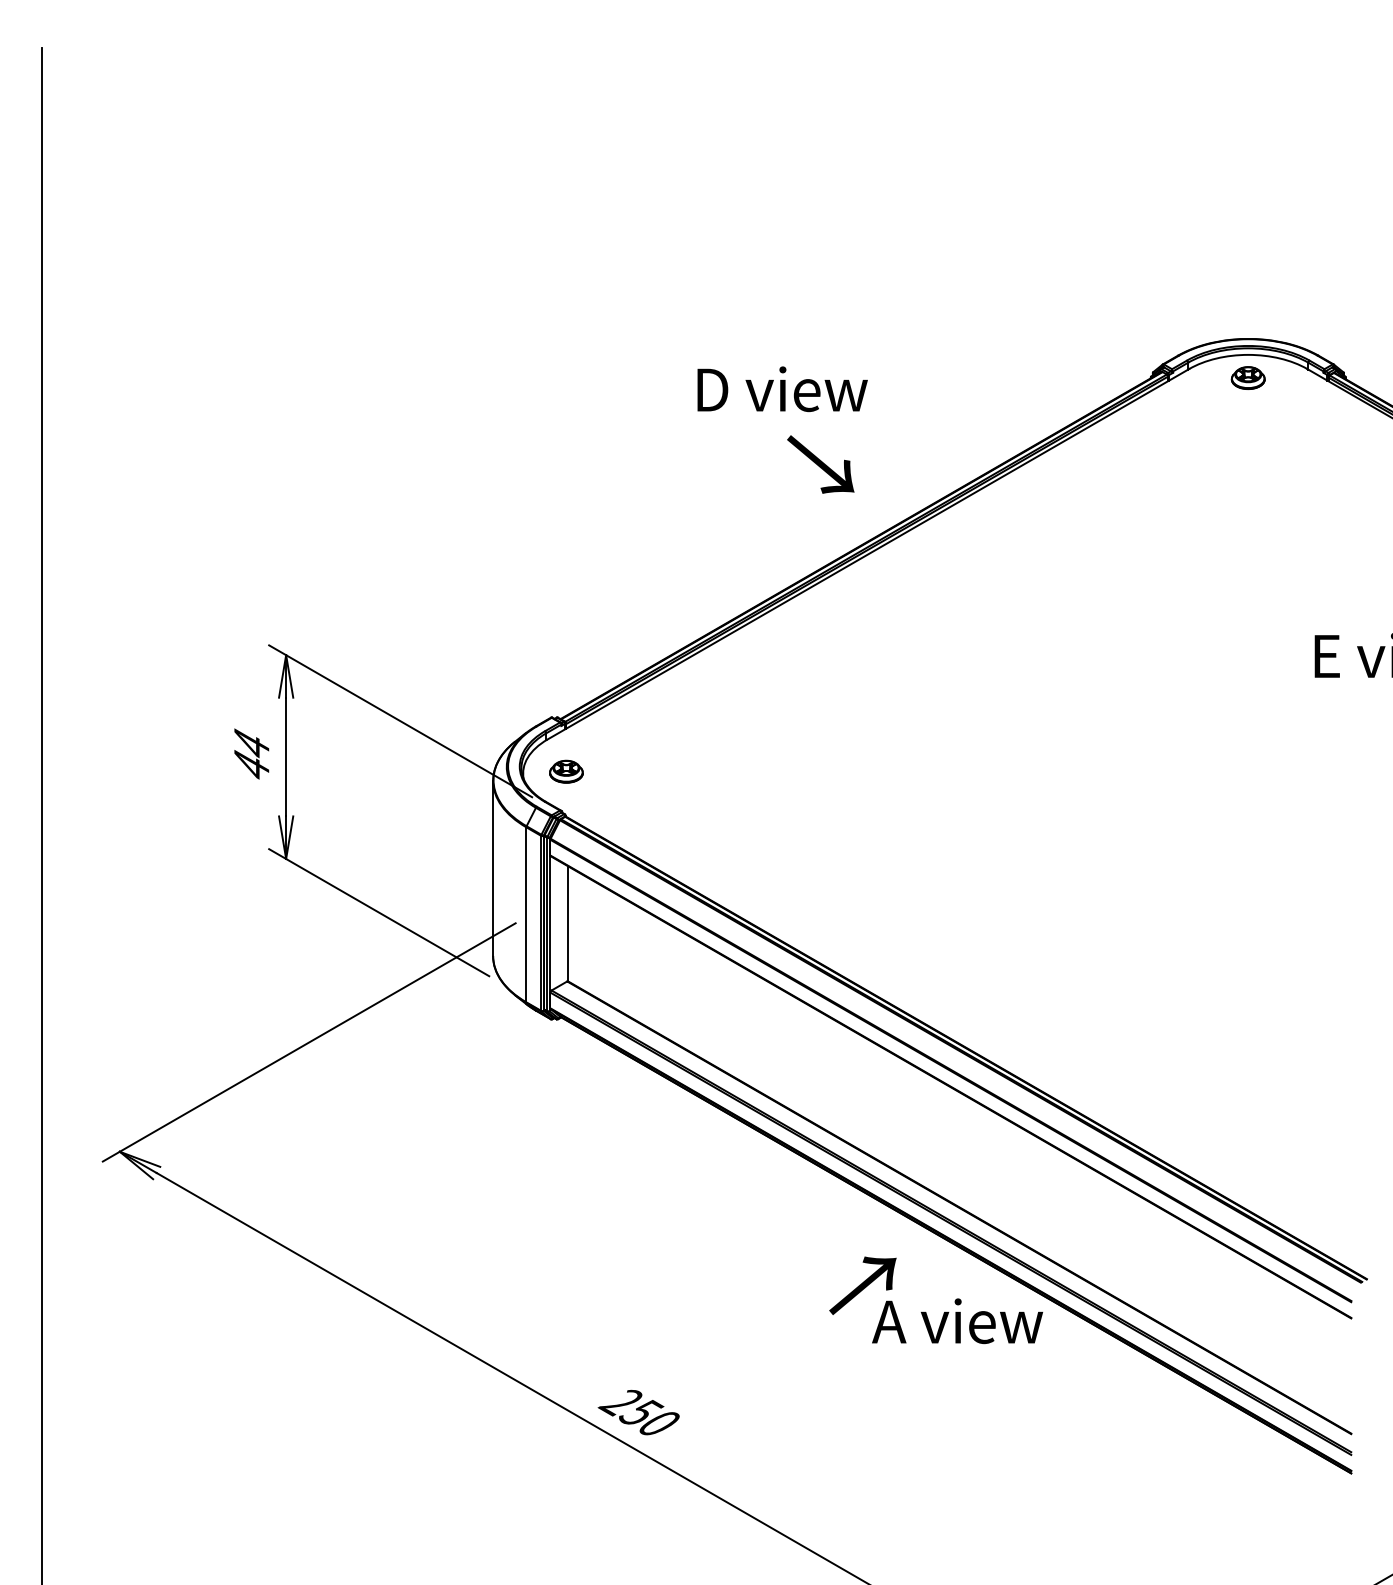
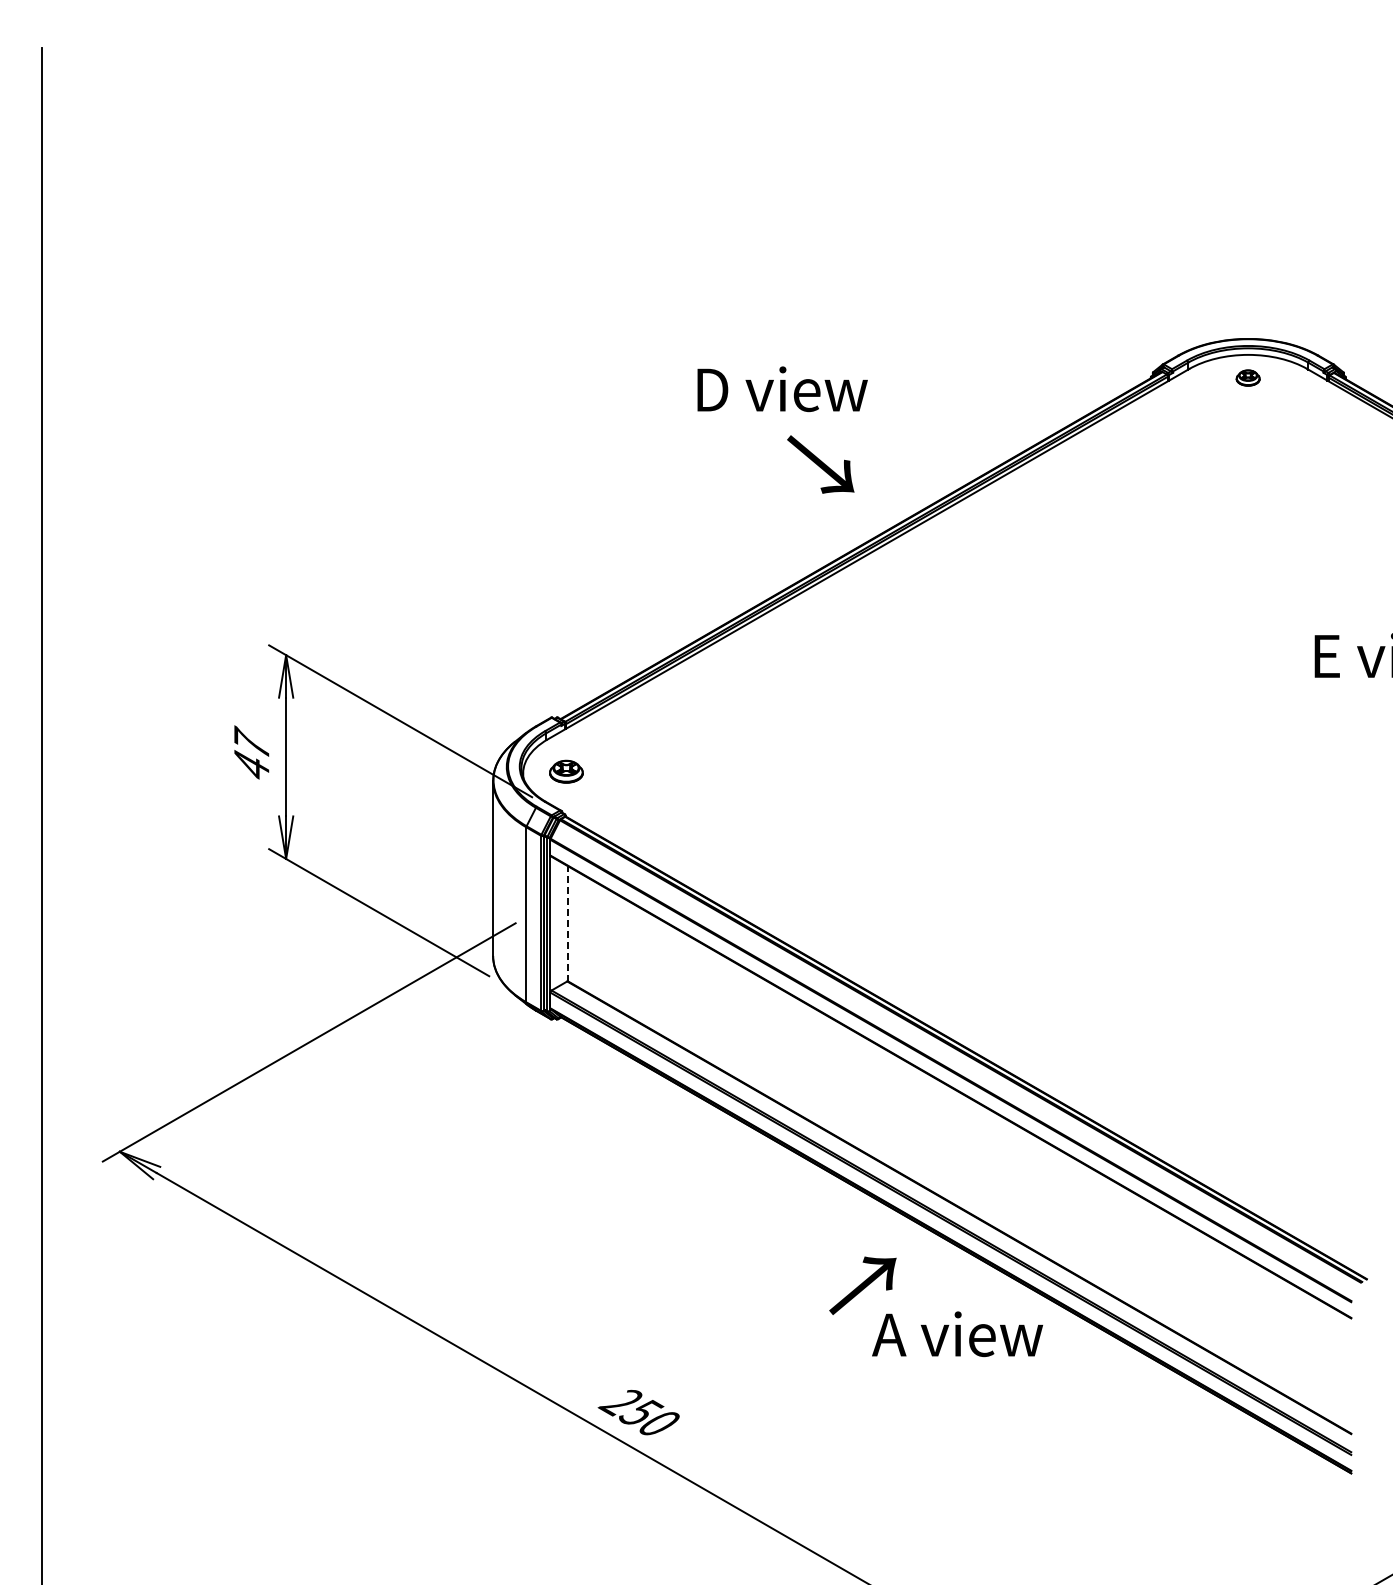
part at (1247, 377) size: 36x24 px -> 26x18 px
text at (251, 741): 44 -> 47
line at (568, 924): solid -> dashed
text at (957, 1321) position: (957, 1321) -> (957, 1334)
